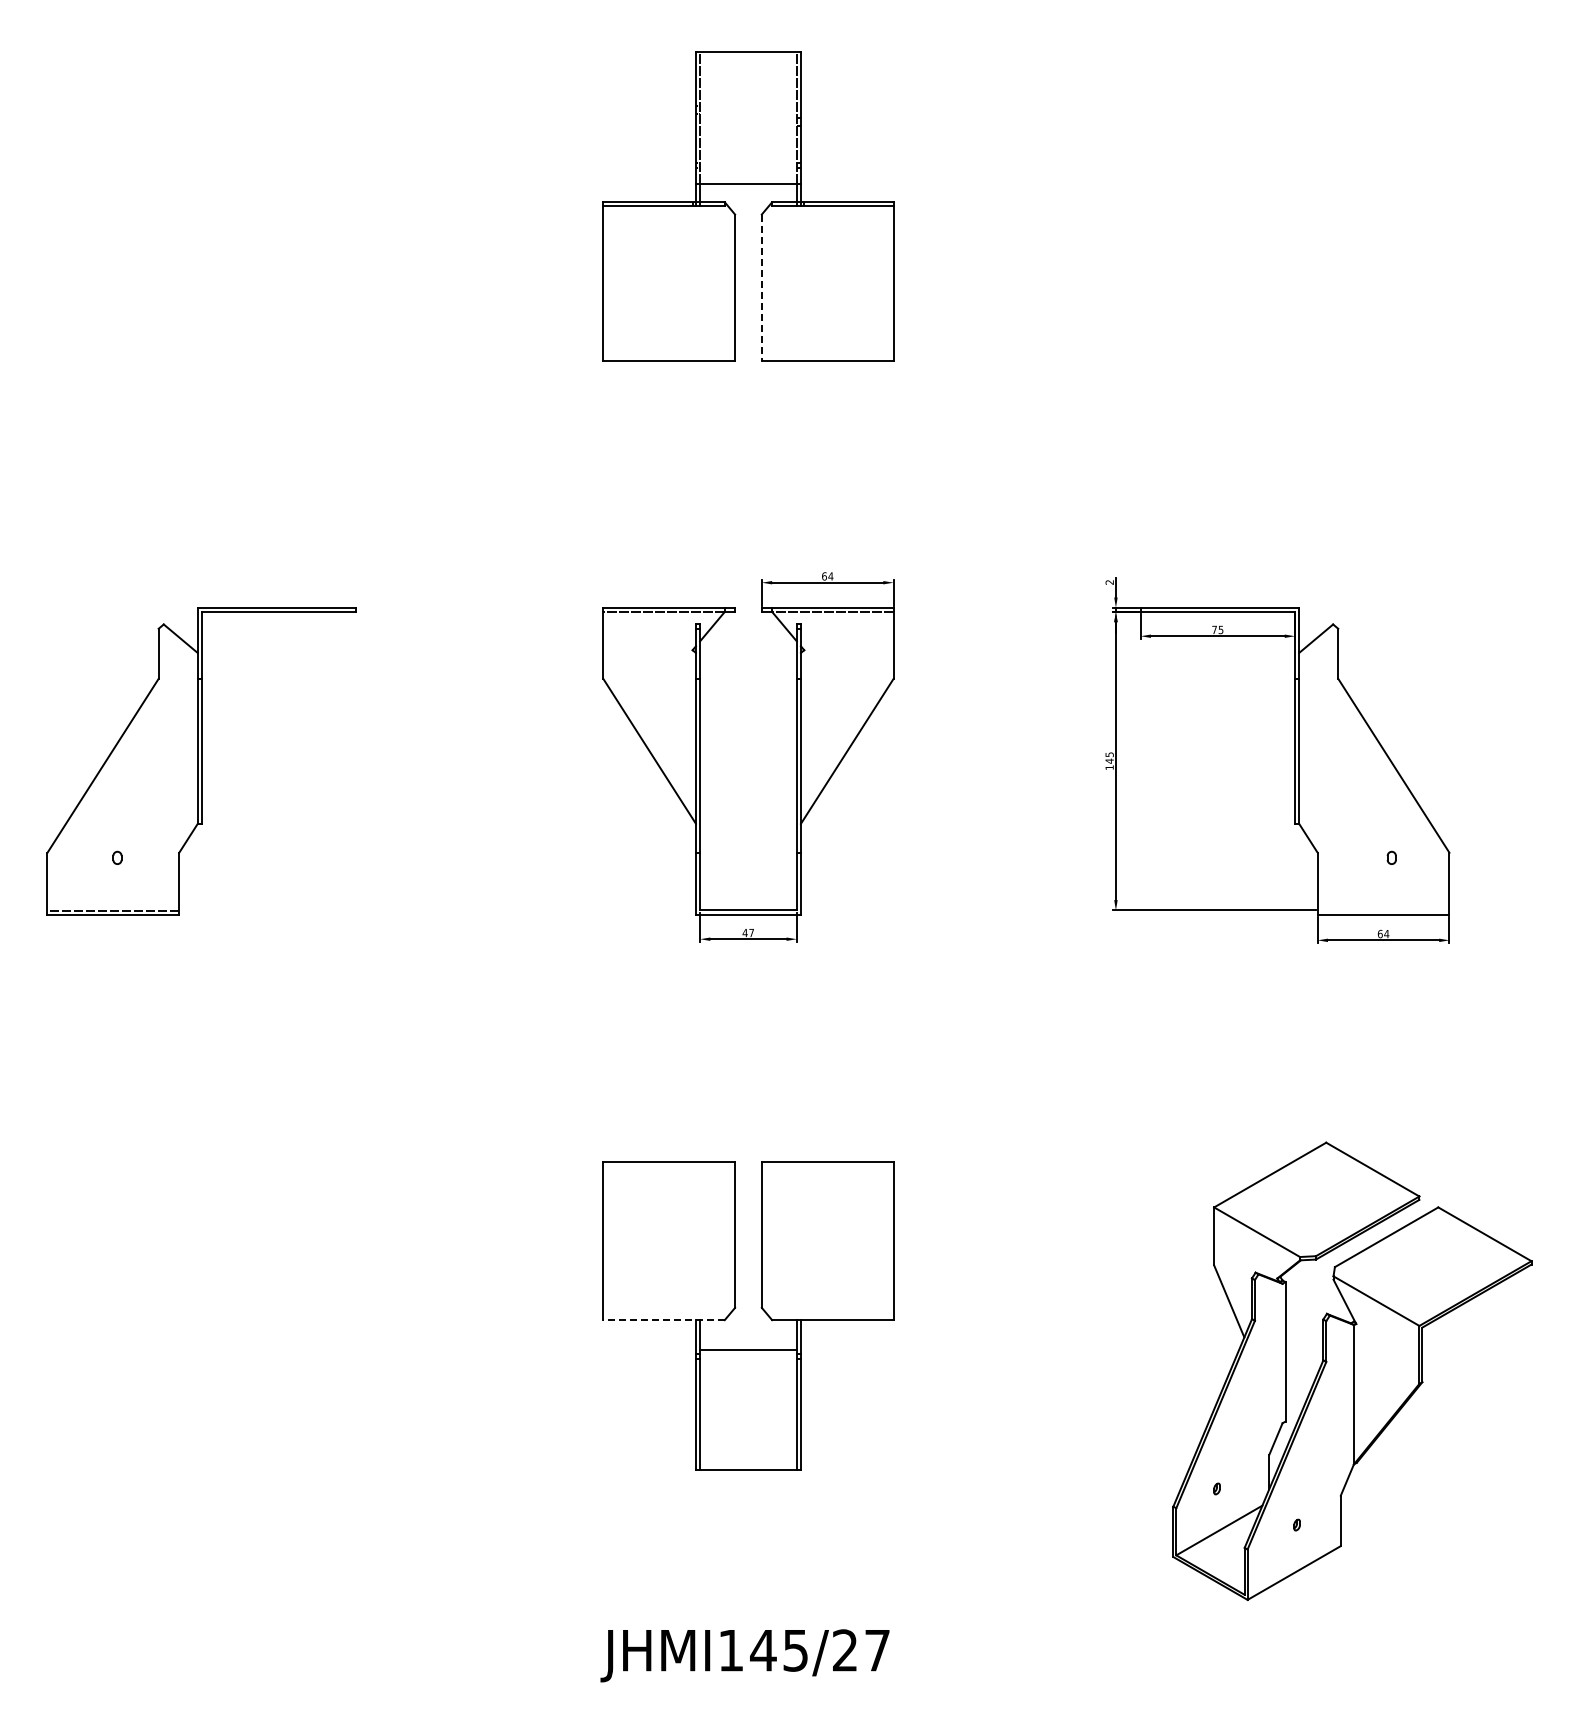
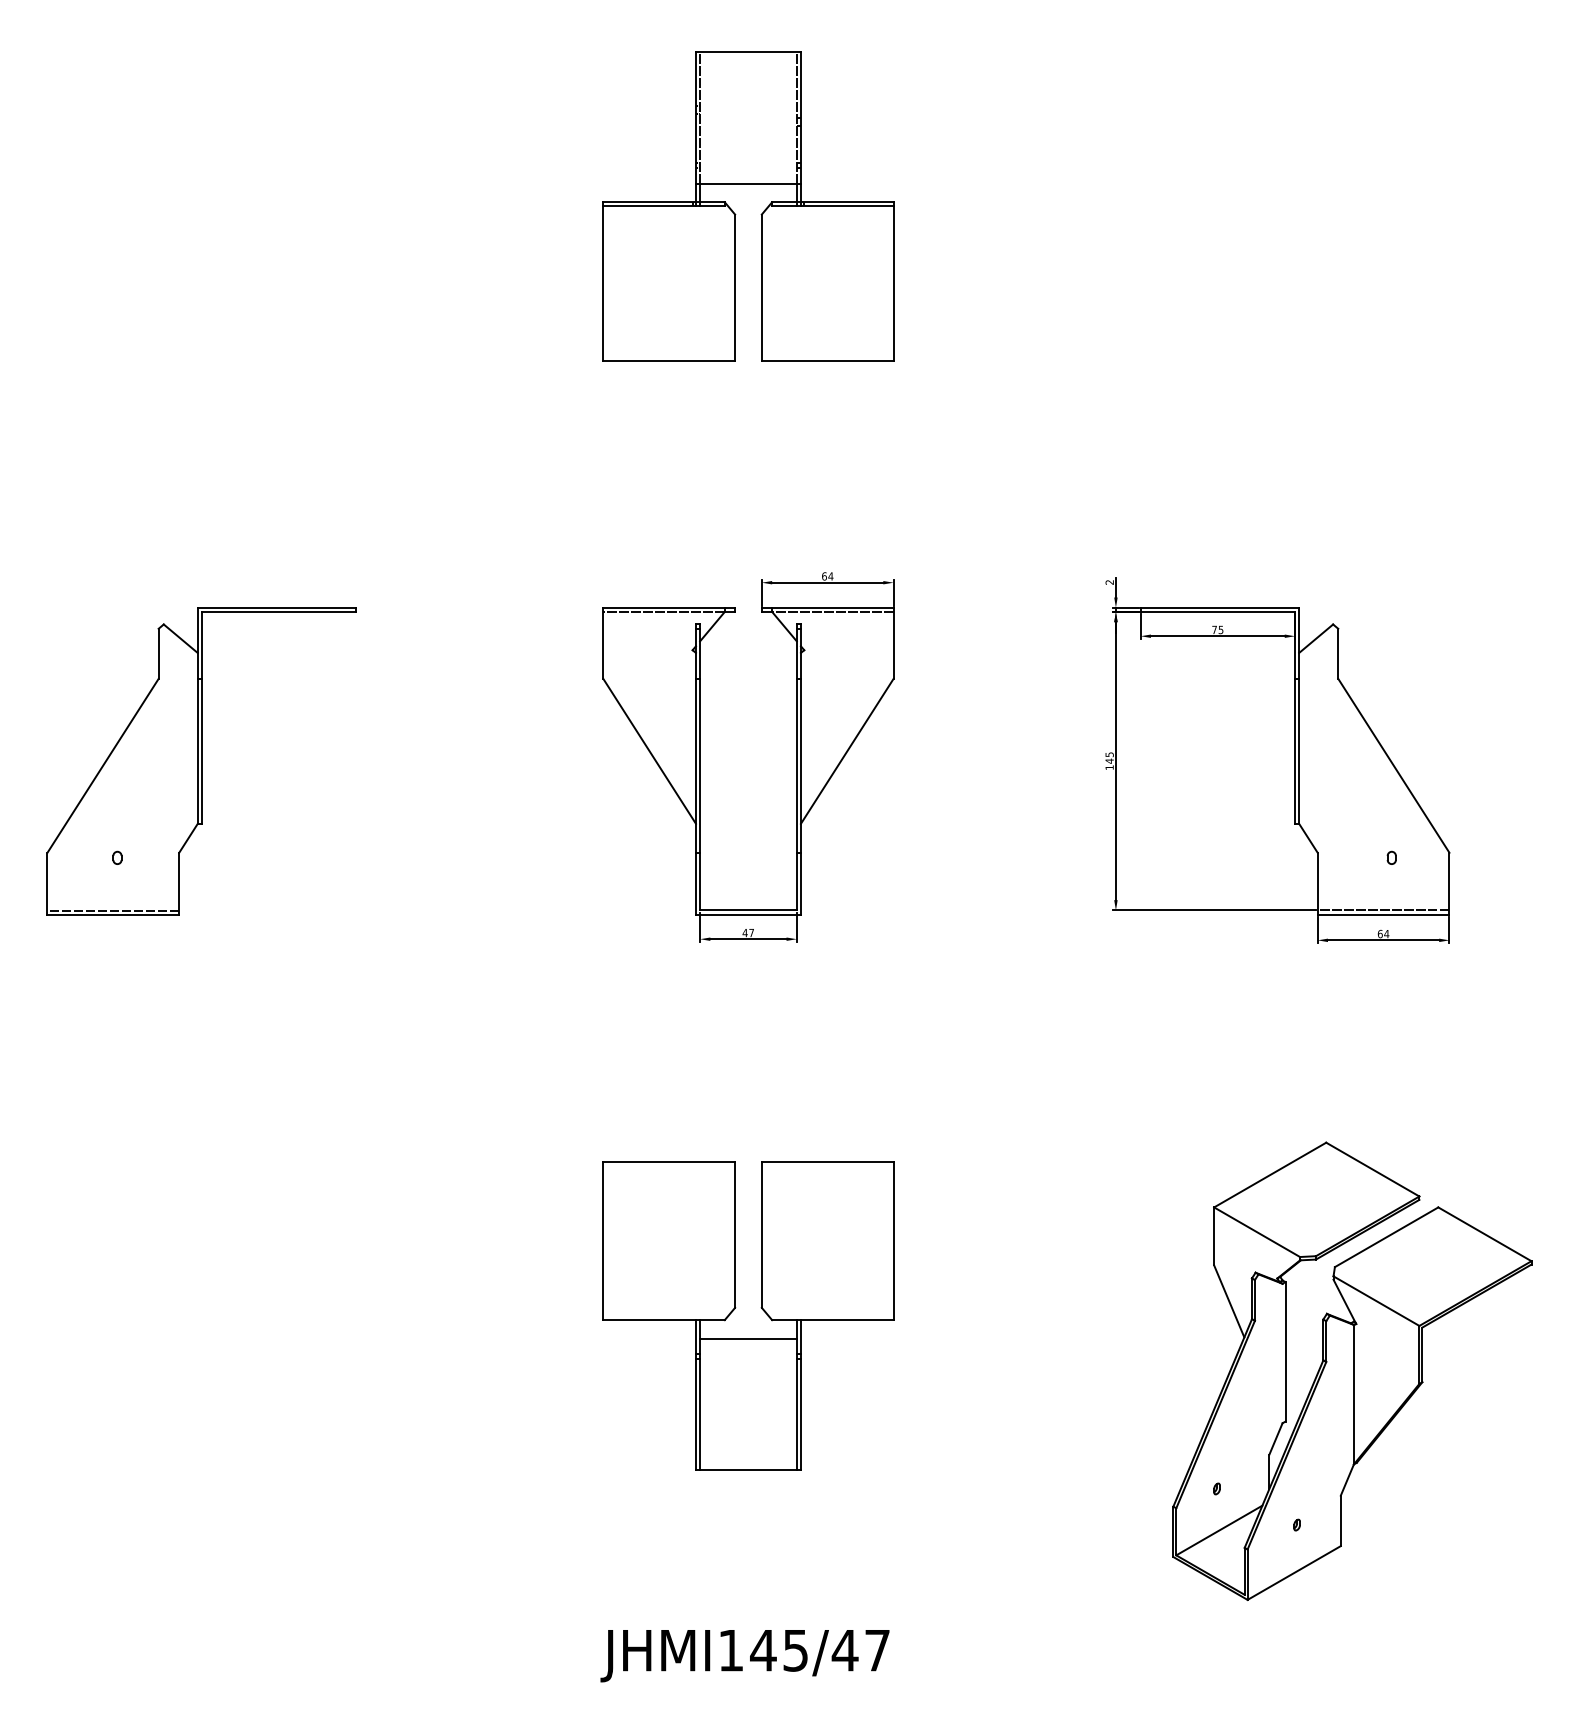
line at (761, 288): dashed -> solid
line at (1383, 910): none -> present
line at (664, 1320): dashed -> solid
line at (748, 1349) position: (748, 1349) -> (748, 1338)
text at (844, 1650): JHMI145/27 -> JHMI145/47
